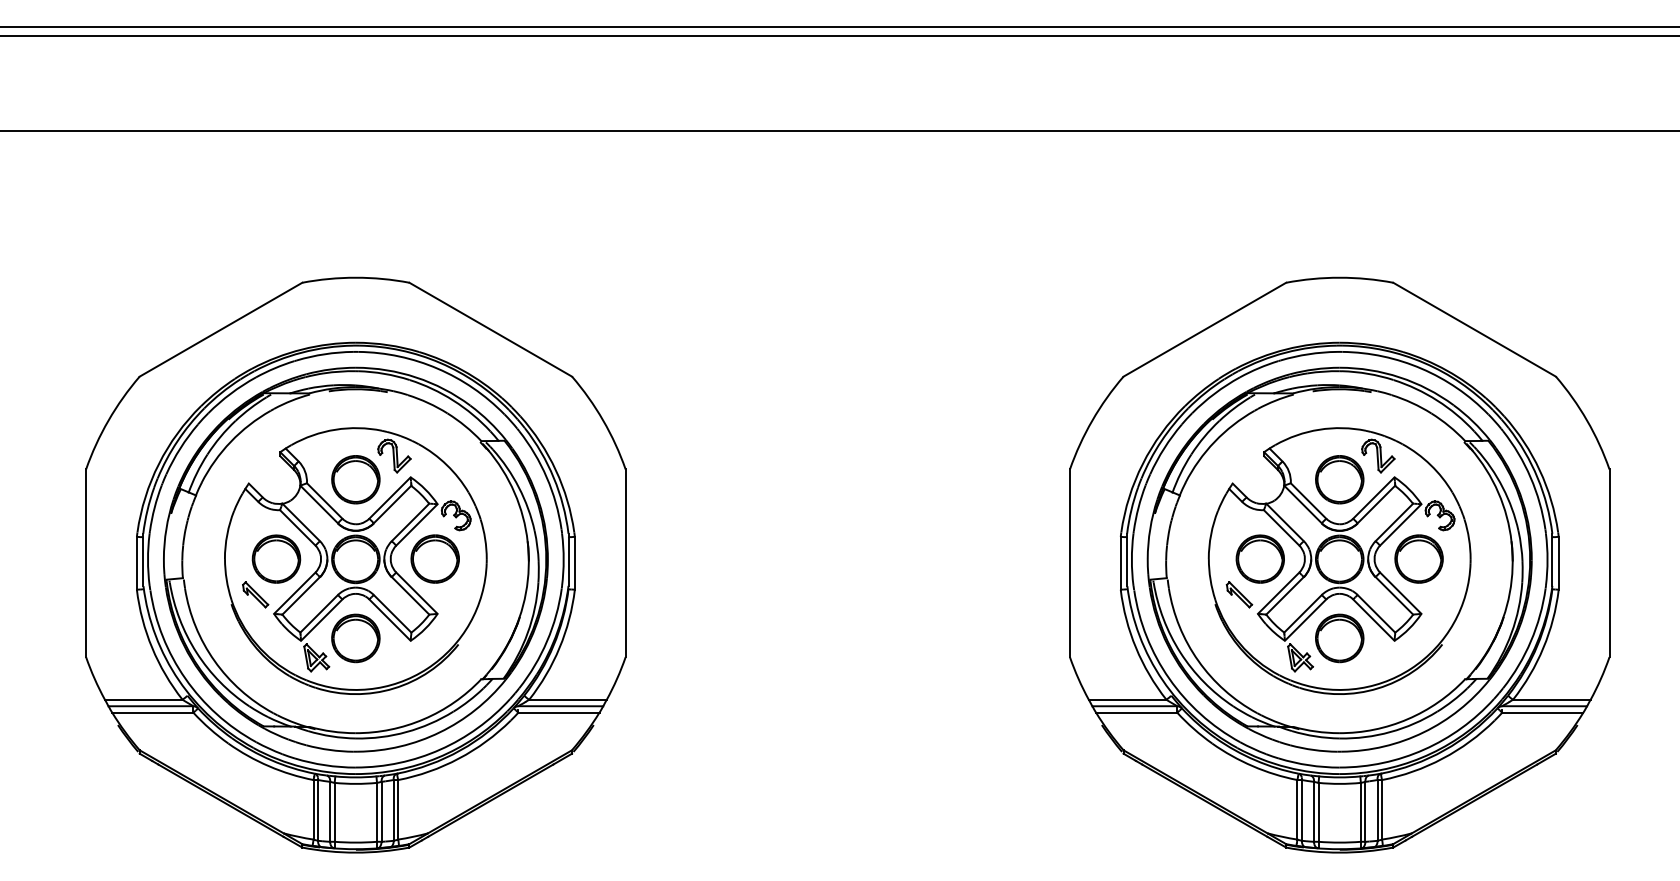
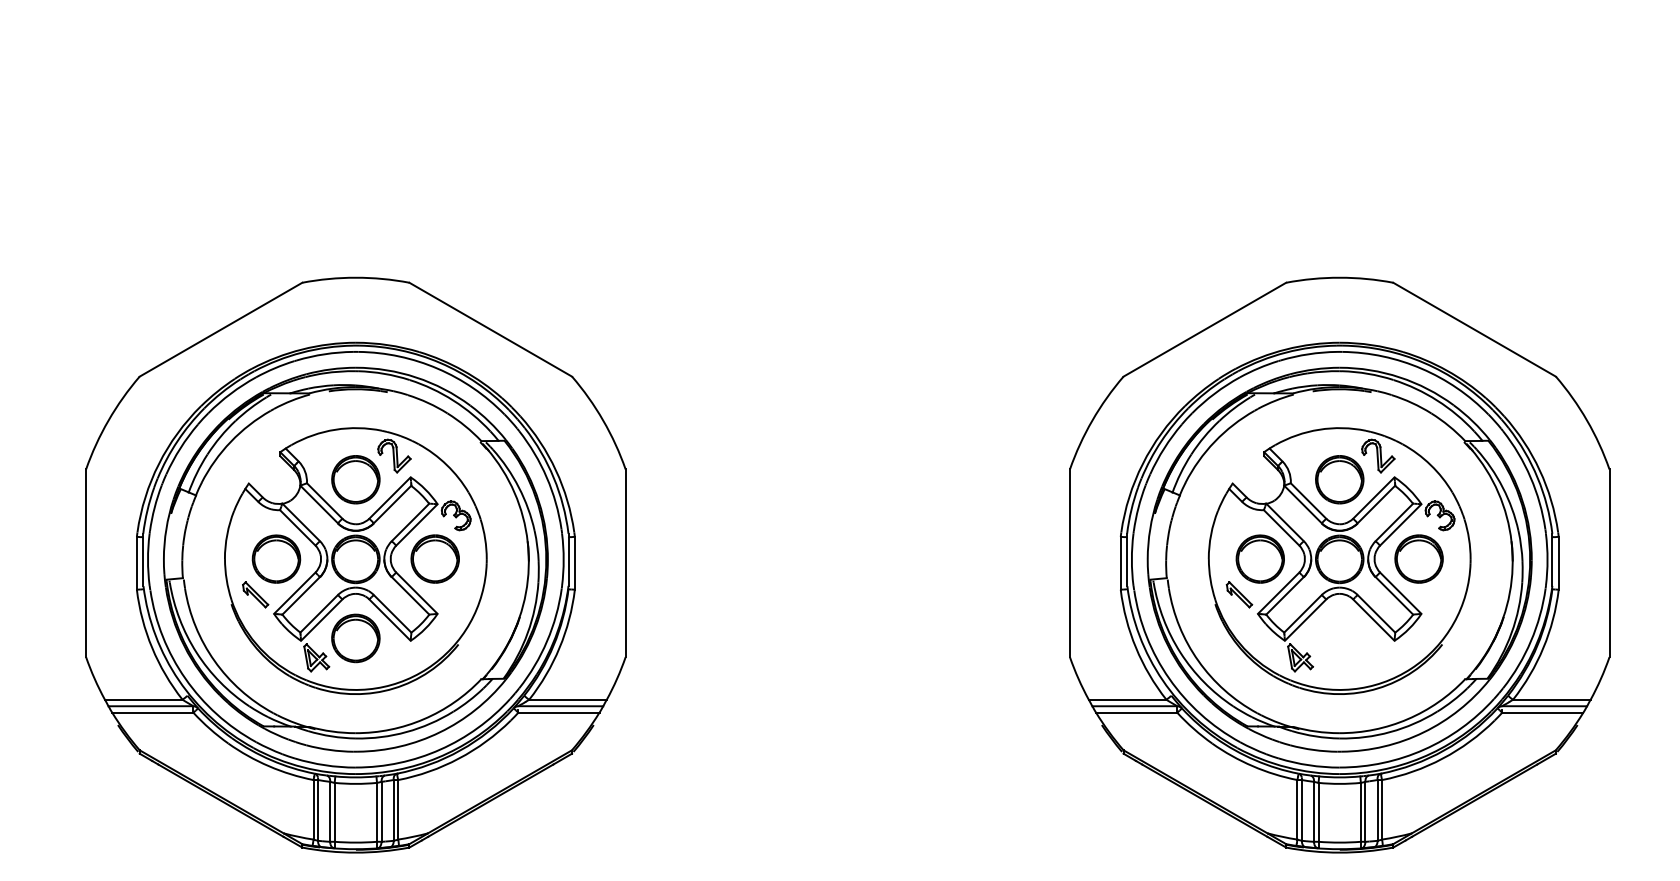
line at (839, 26): present -> none
line at (839, 35): present -> none
line at (839, 131): present -> none
part at (1339, 638): present -> none
